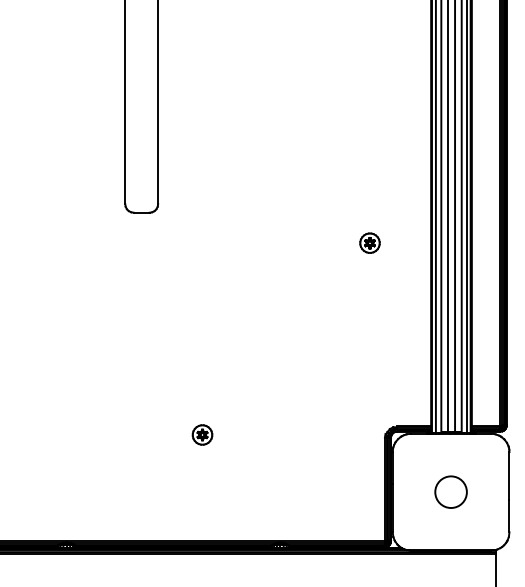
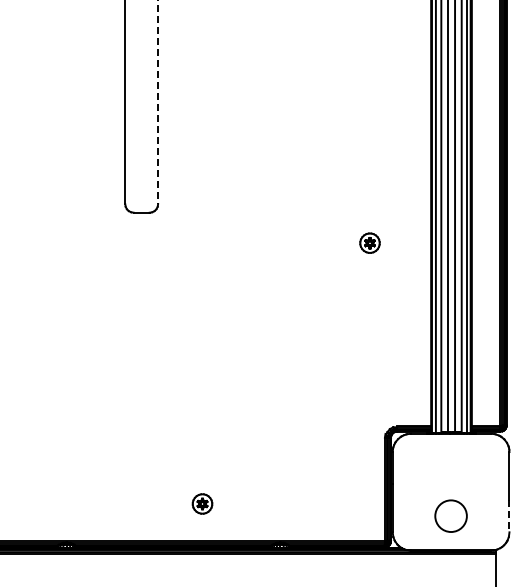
line at (158, 102): solid -> dashed
part at (202, 434) position: (202, 434) -> (202, 503)
circle at (450, 491) position: (450, 491) -> (450, 515)
line at (509, 516): solid -> dashed
